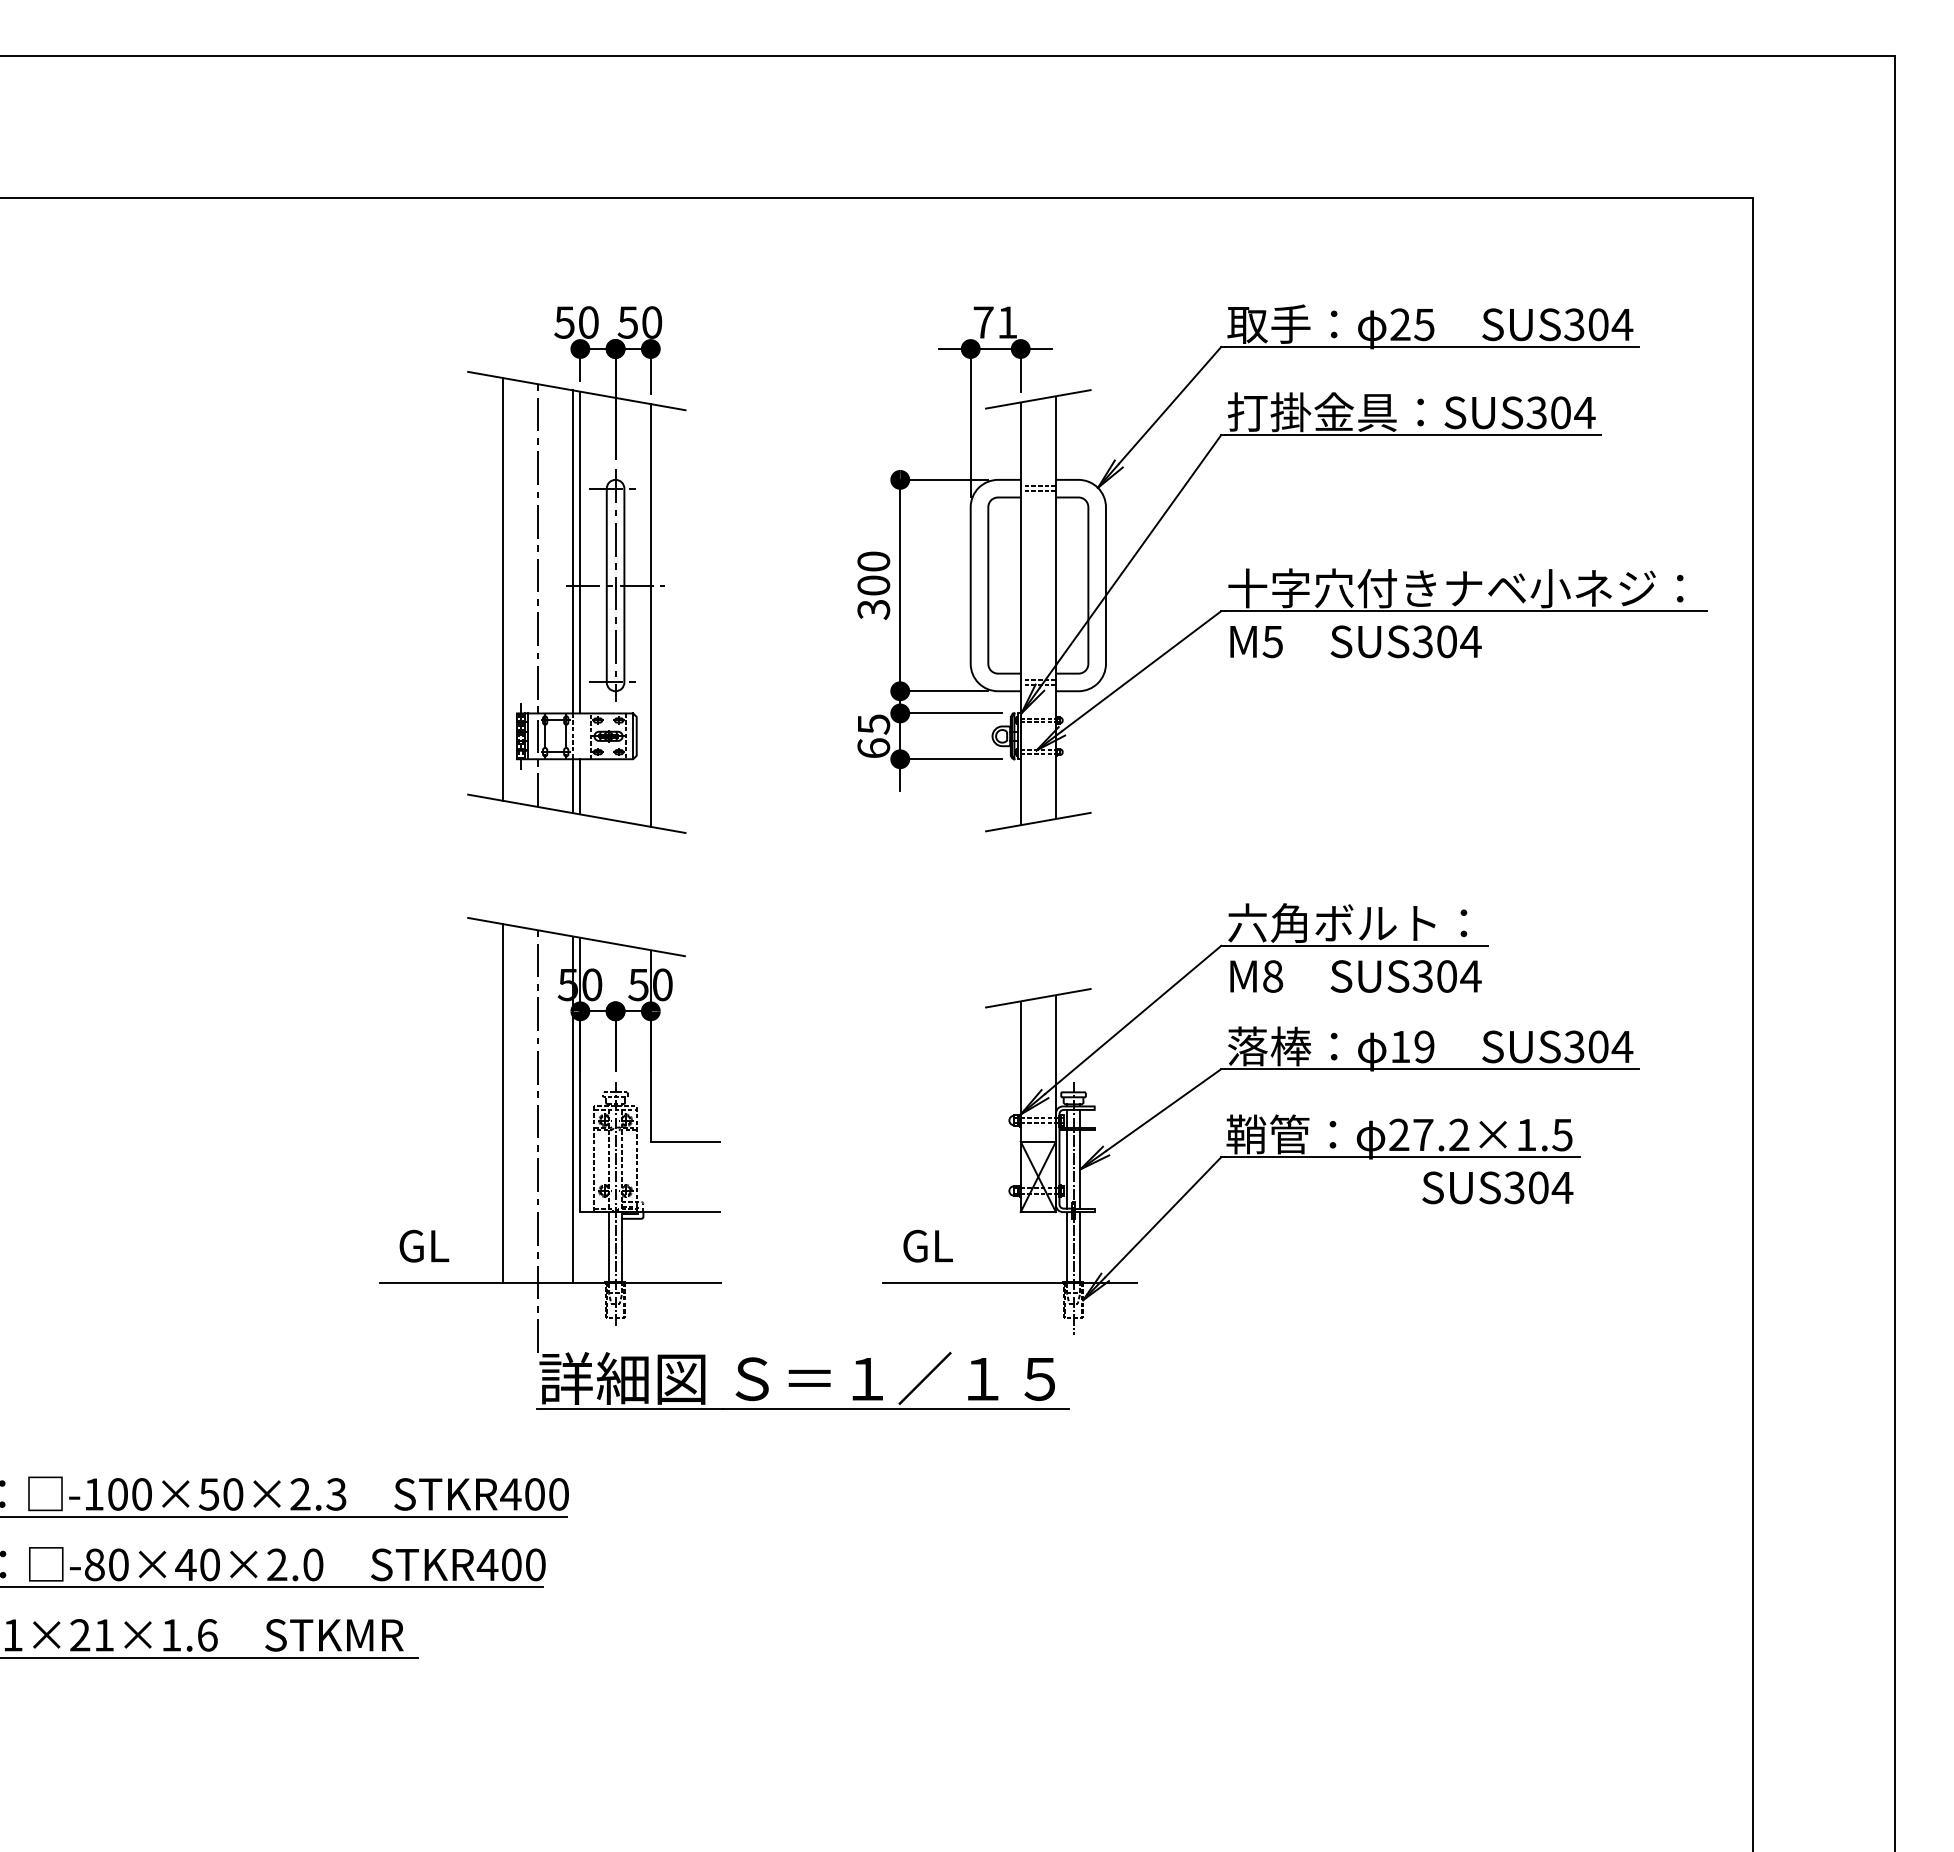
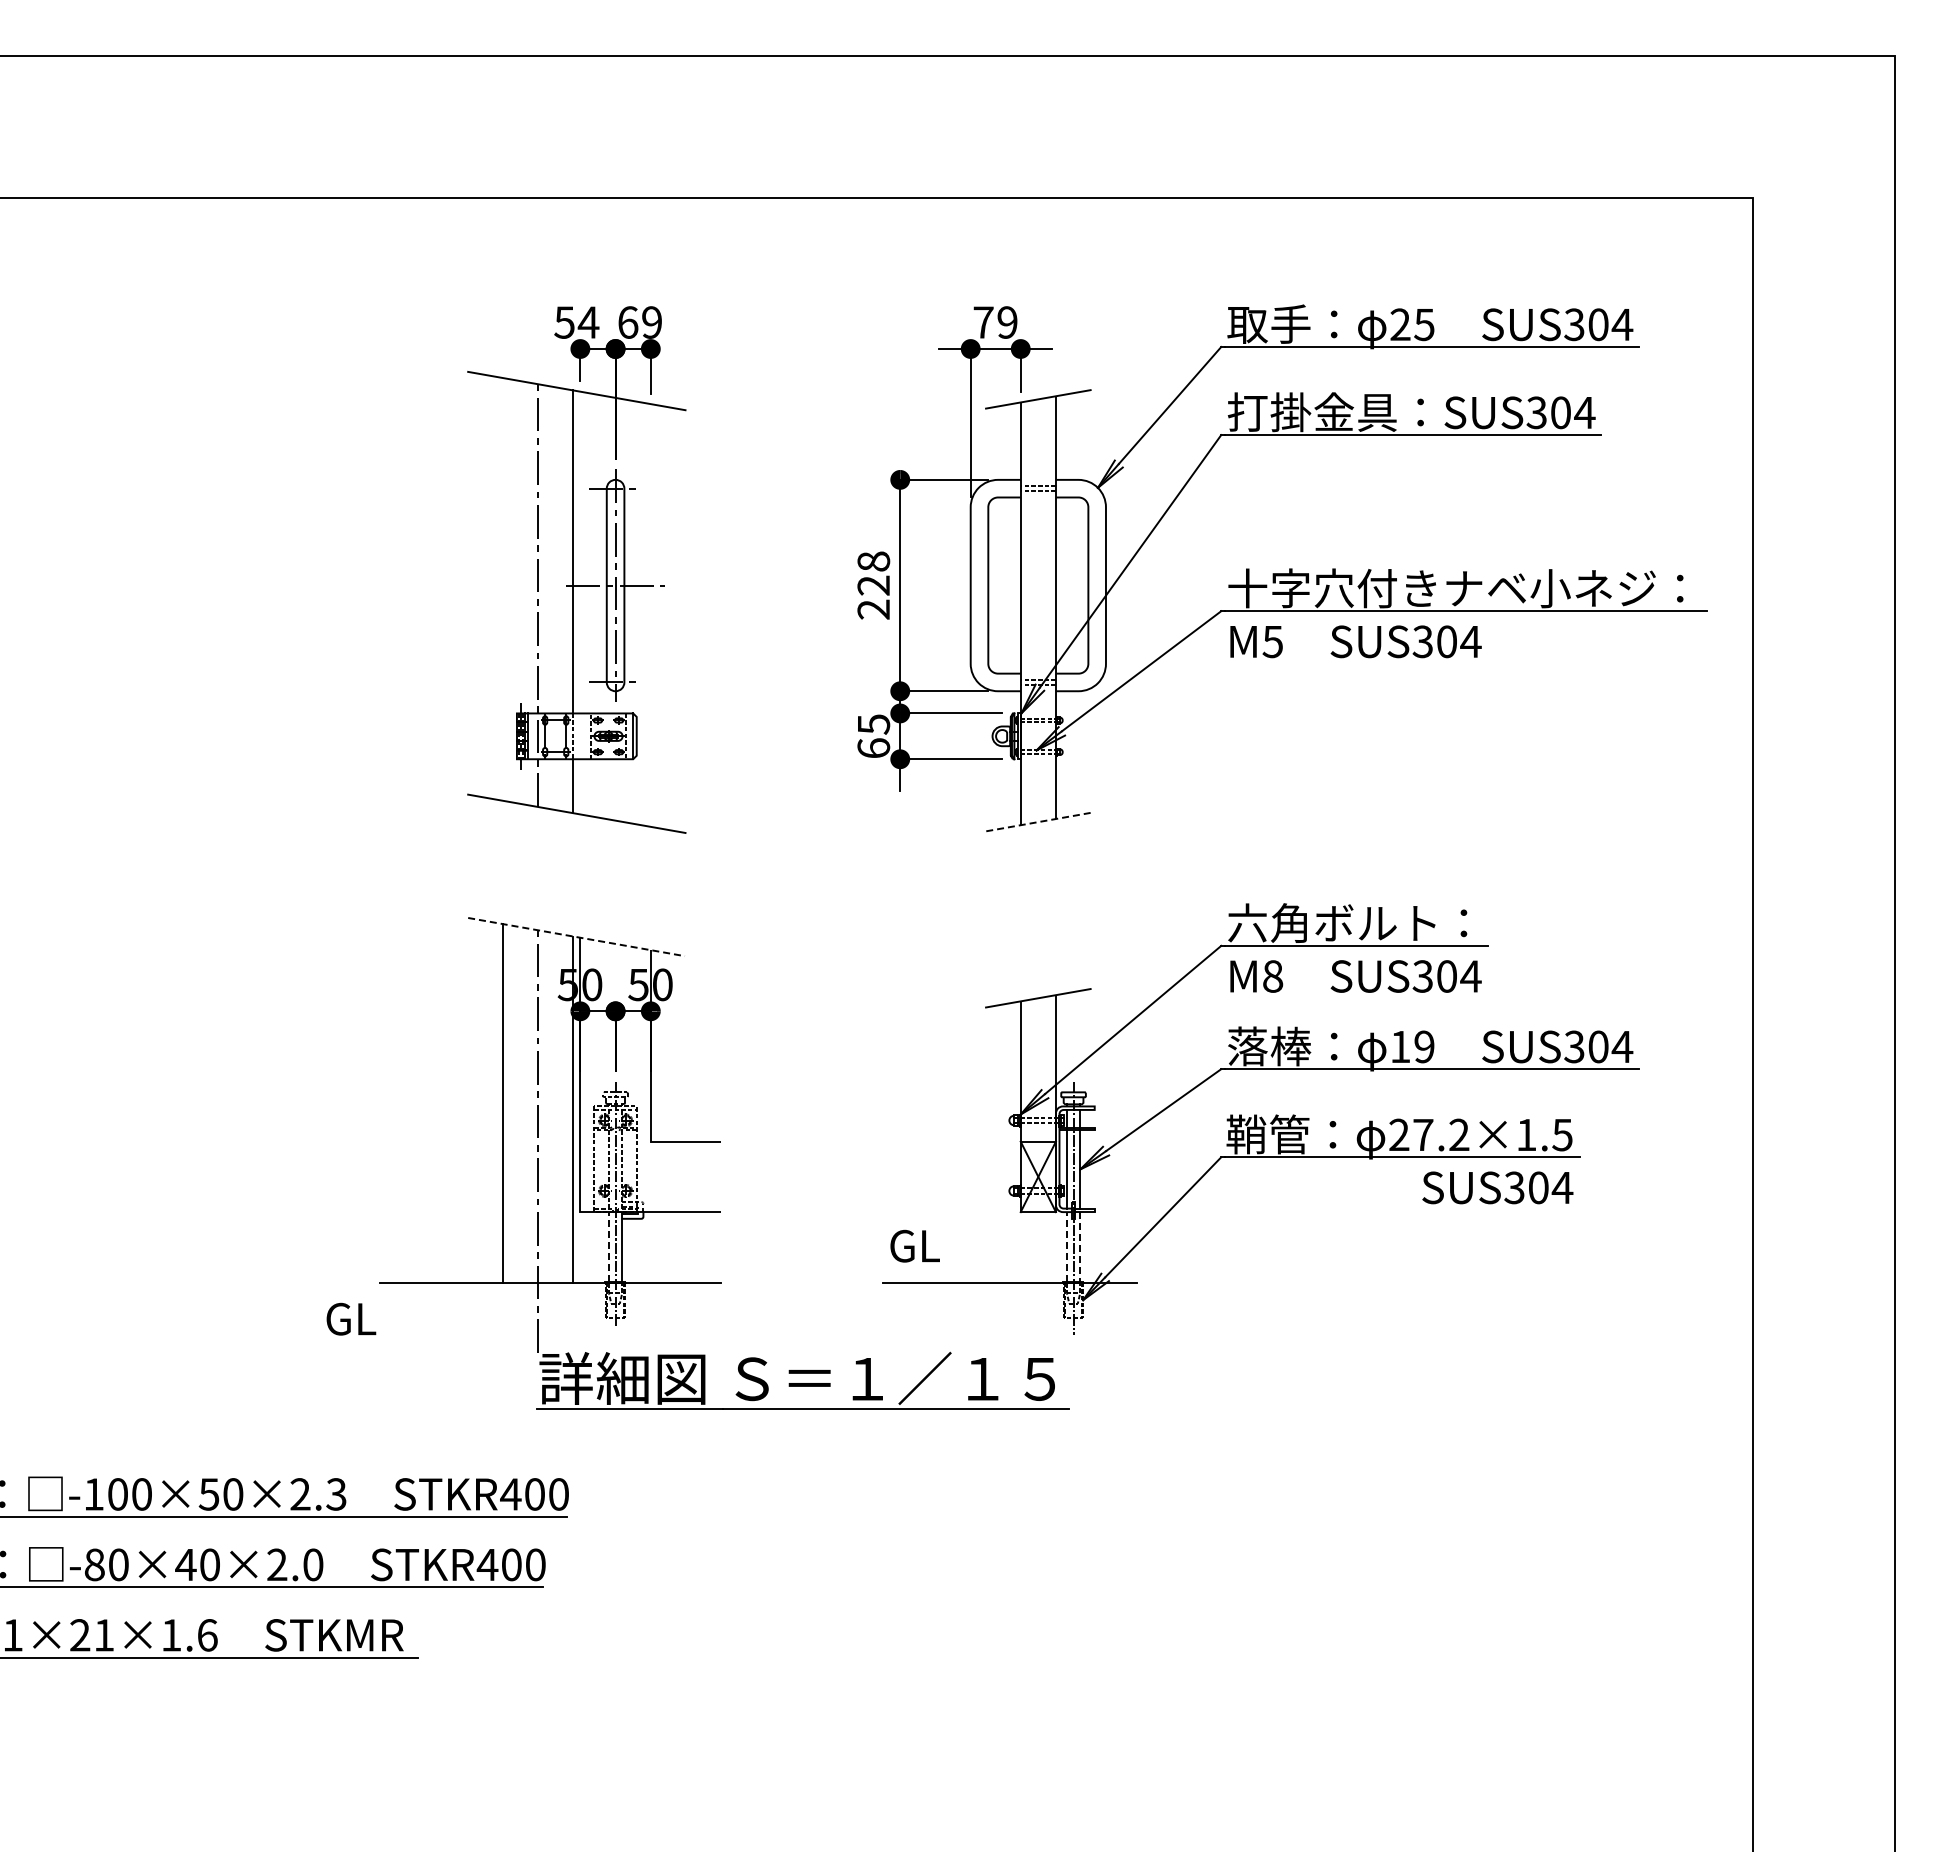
text at (588, 322): 50 -> 54
text at (639, 322): 50 -> 69
text at (1007, 322): 71 -> 79
line at (580, 552): present -> none
text at (873, 585): 300 -> 228
line at (502, 589): present -> none
line at (650, 615): present -> none
line at (580, 786): present -> none
line at (1037, 822): solid -> dashed
line at (577, 937): solid -> dashed
text at (424, 1245) position: (424, 1245) -> (351, 1318)
text at (927, 1245) position: (927, 1245) -> (914, 1245)
line at (608, 1246): solid -> dashed
line at (1066, 1246): solid -> dashed
line at (1080, 1246): solid -> dashed
